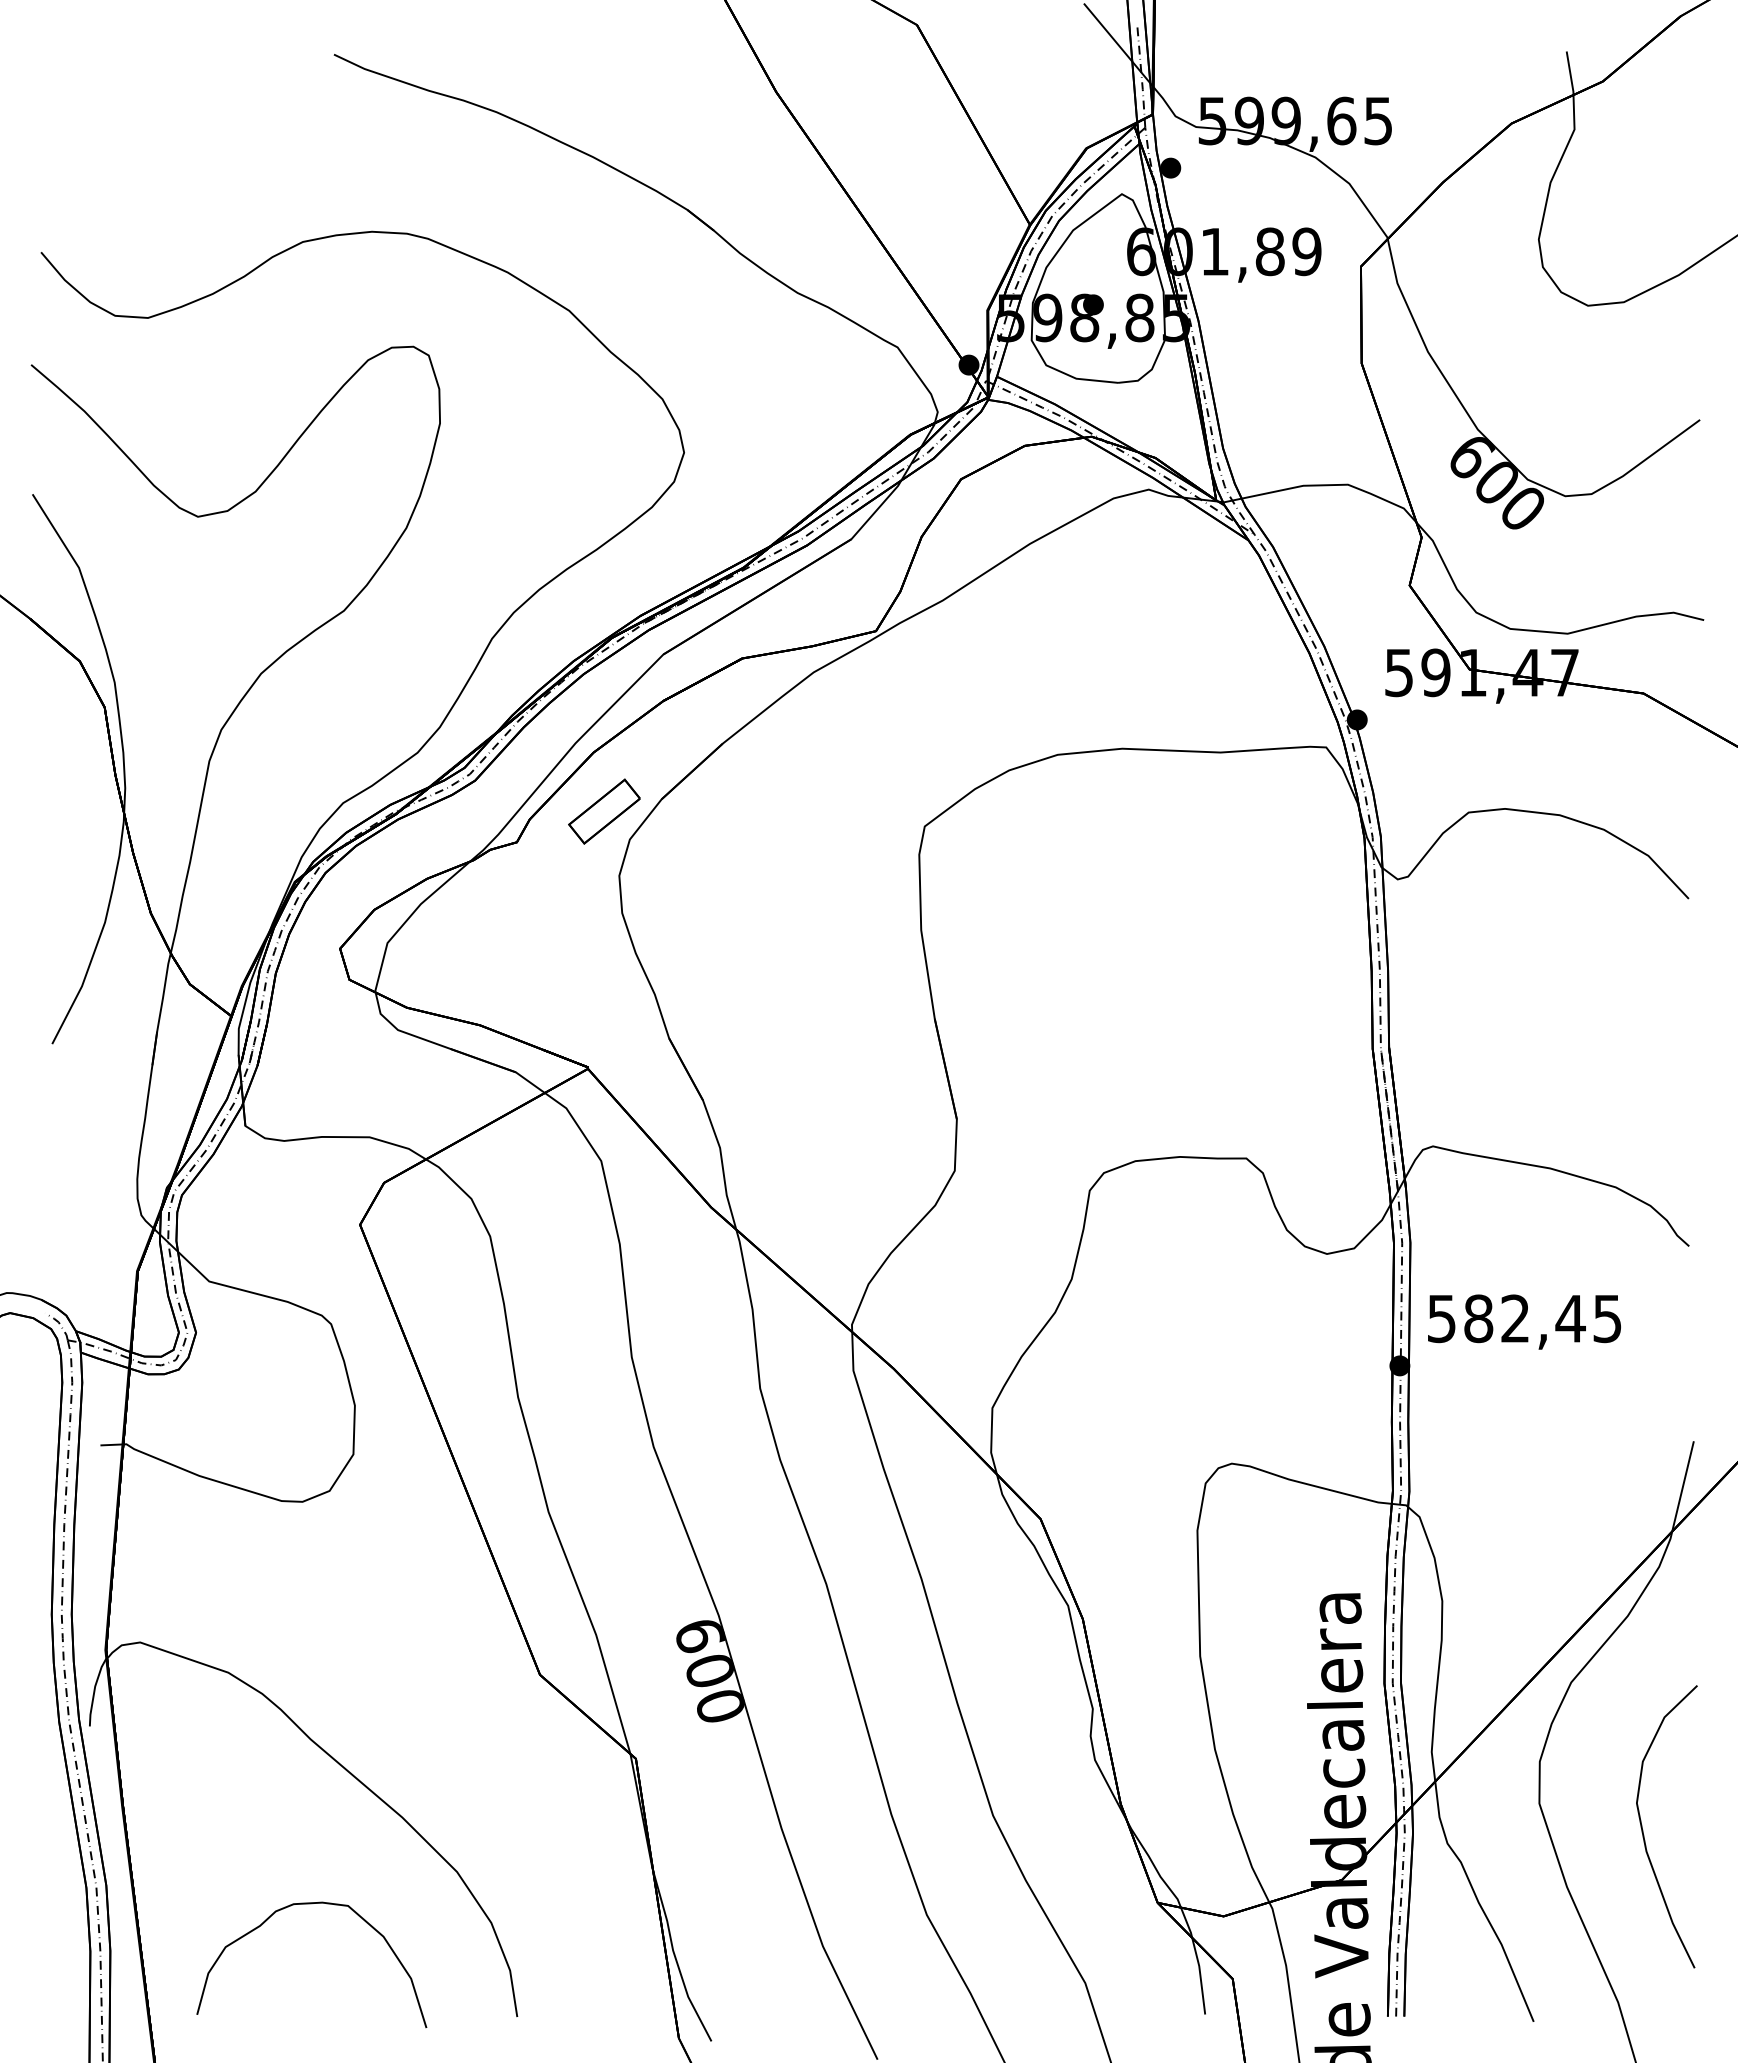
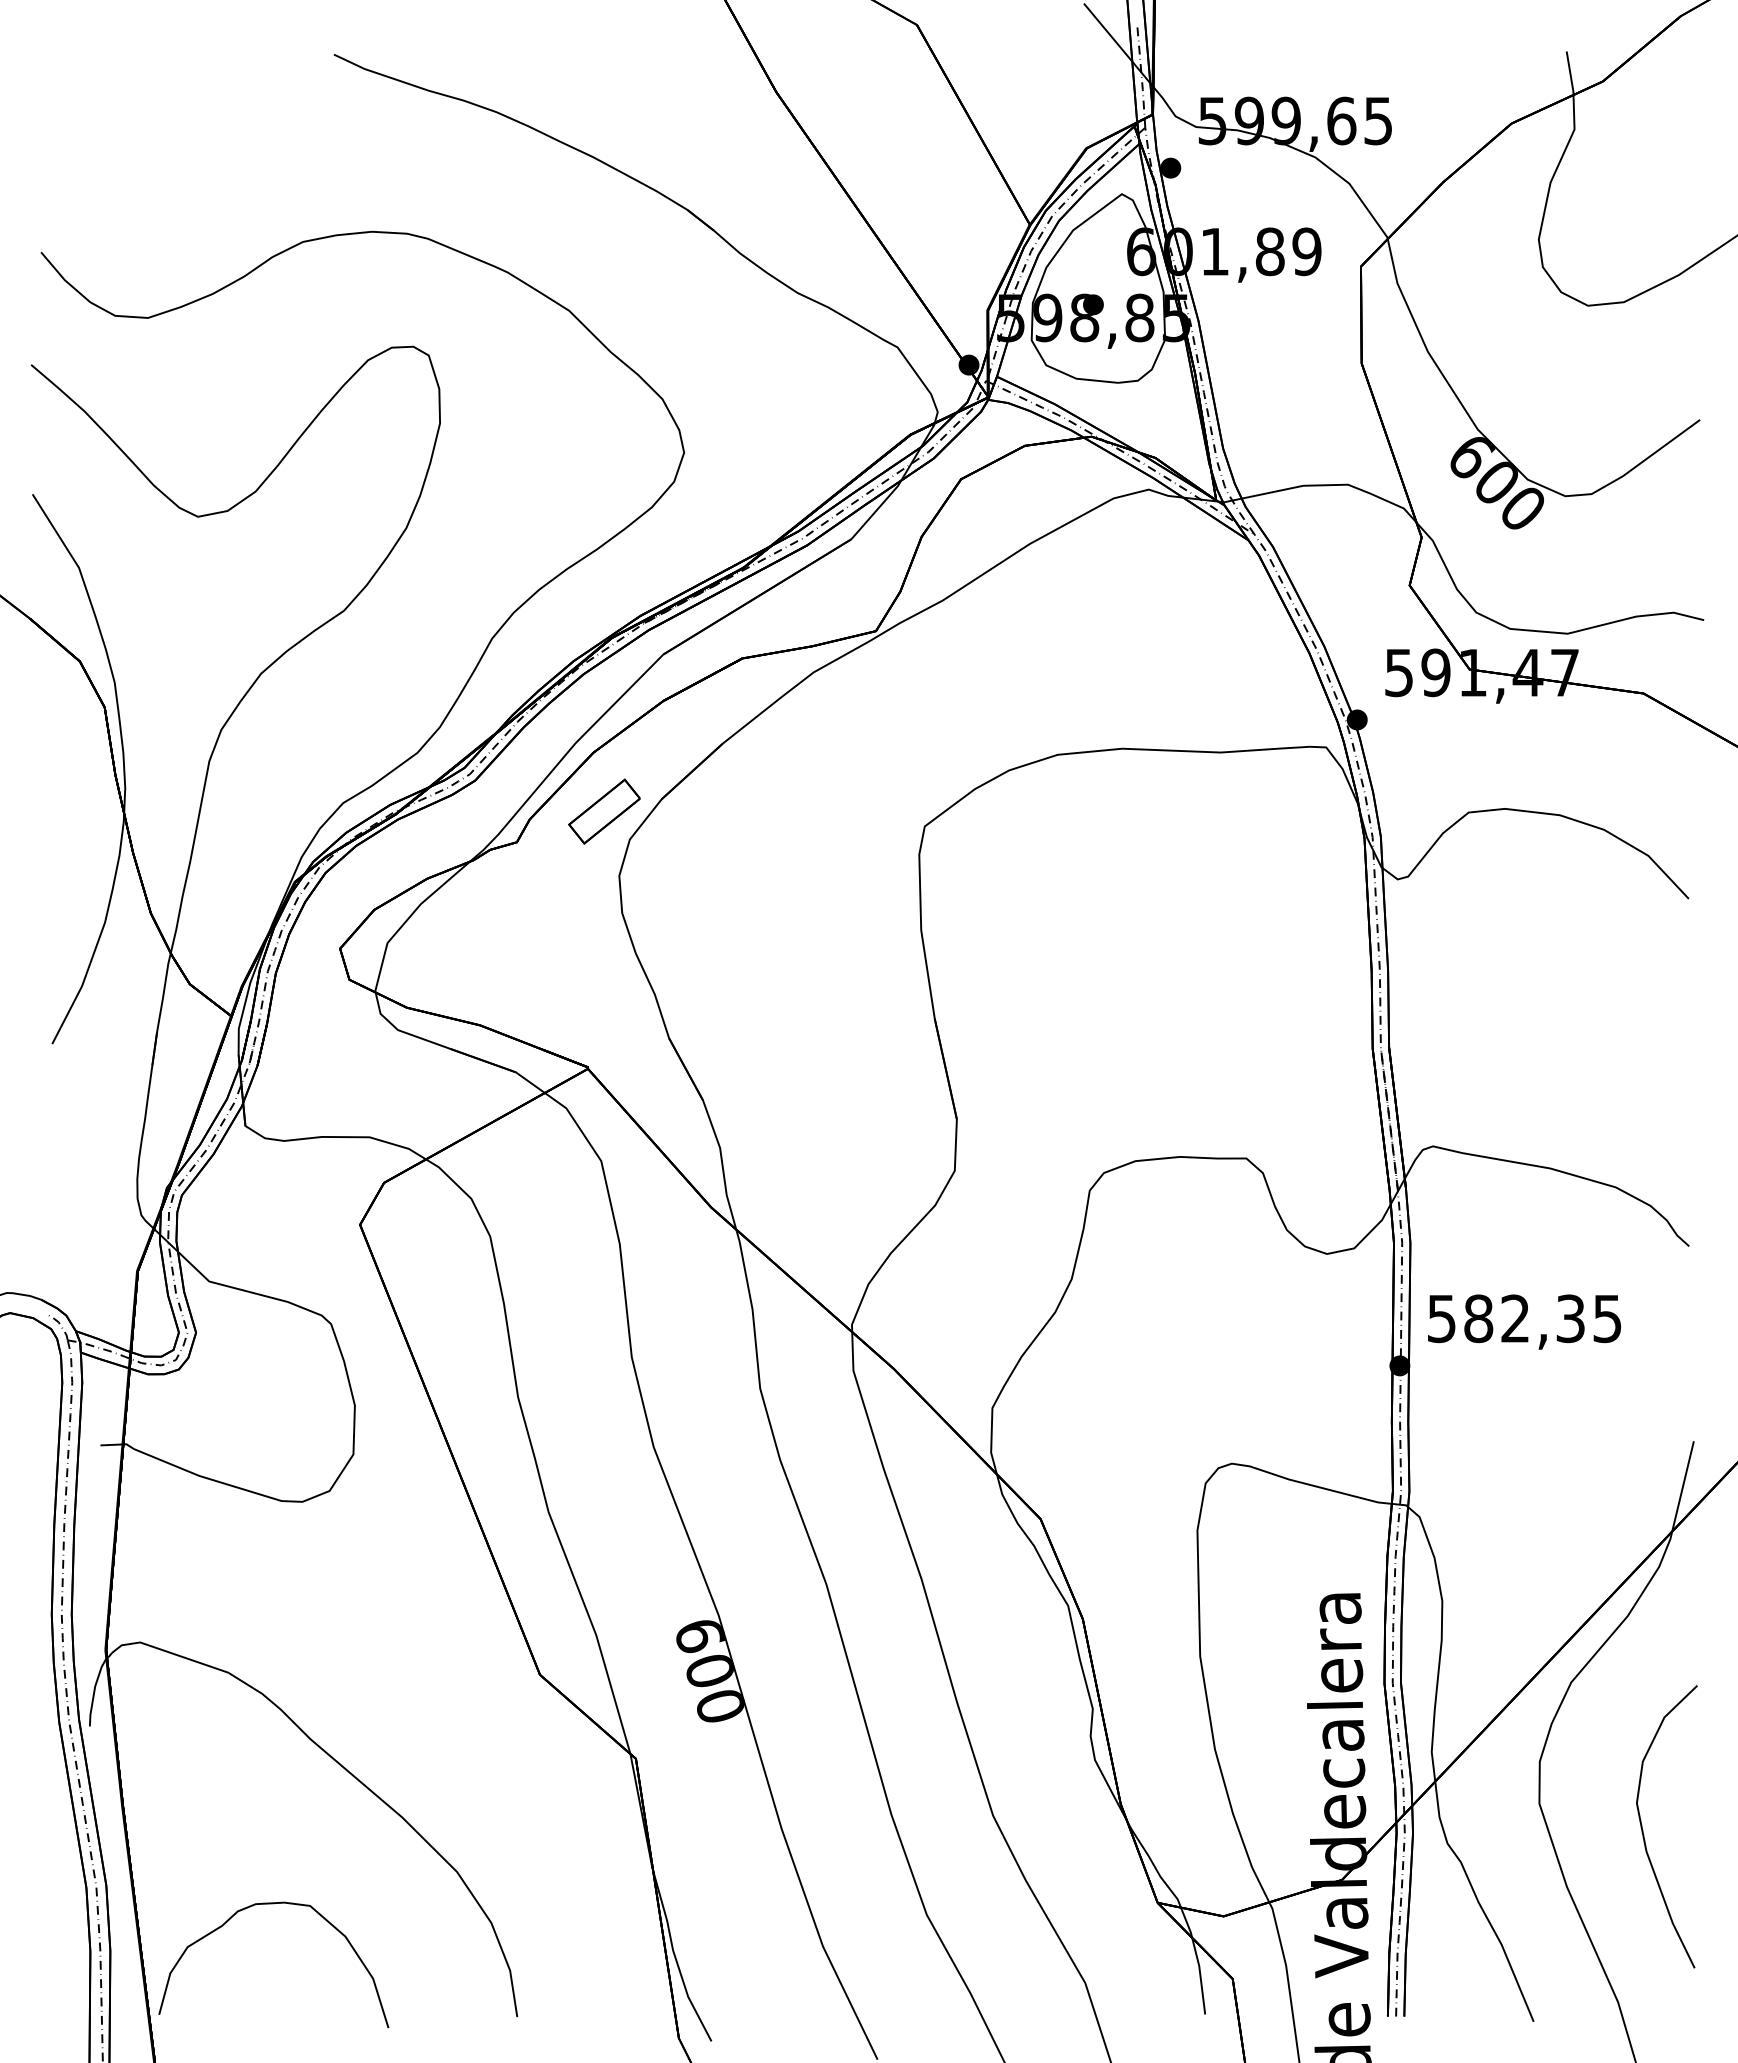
text at (1570, 1318): 582,45 -> 582,35
curve at (311, 1904) position: (311, 1904) -> (273, 1904)
